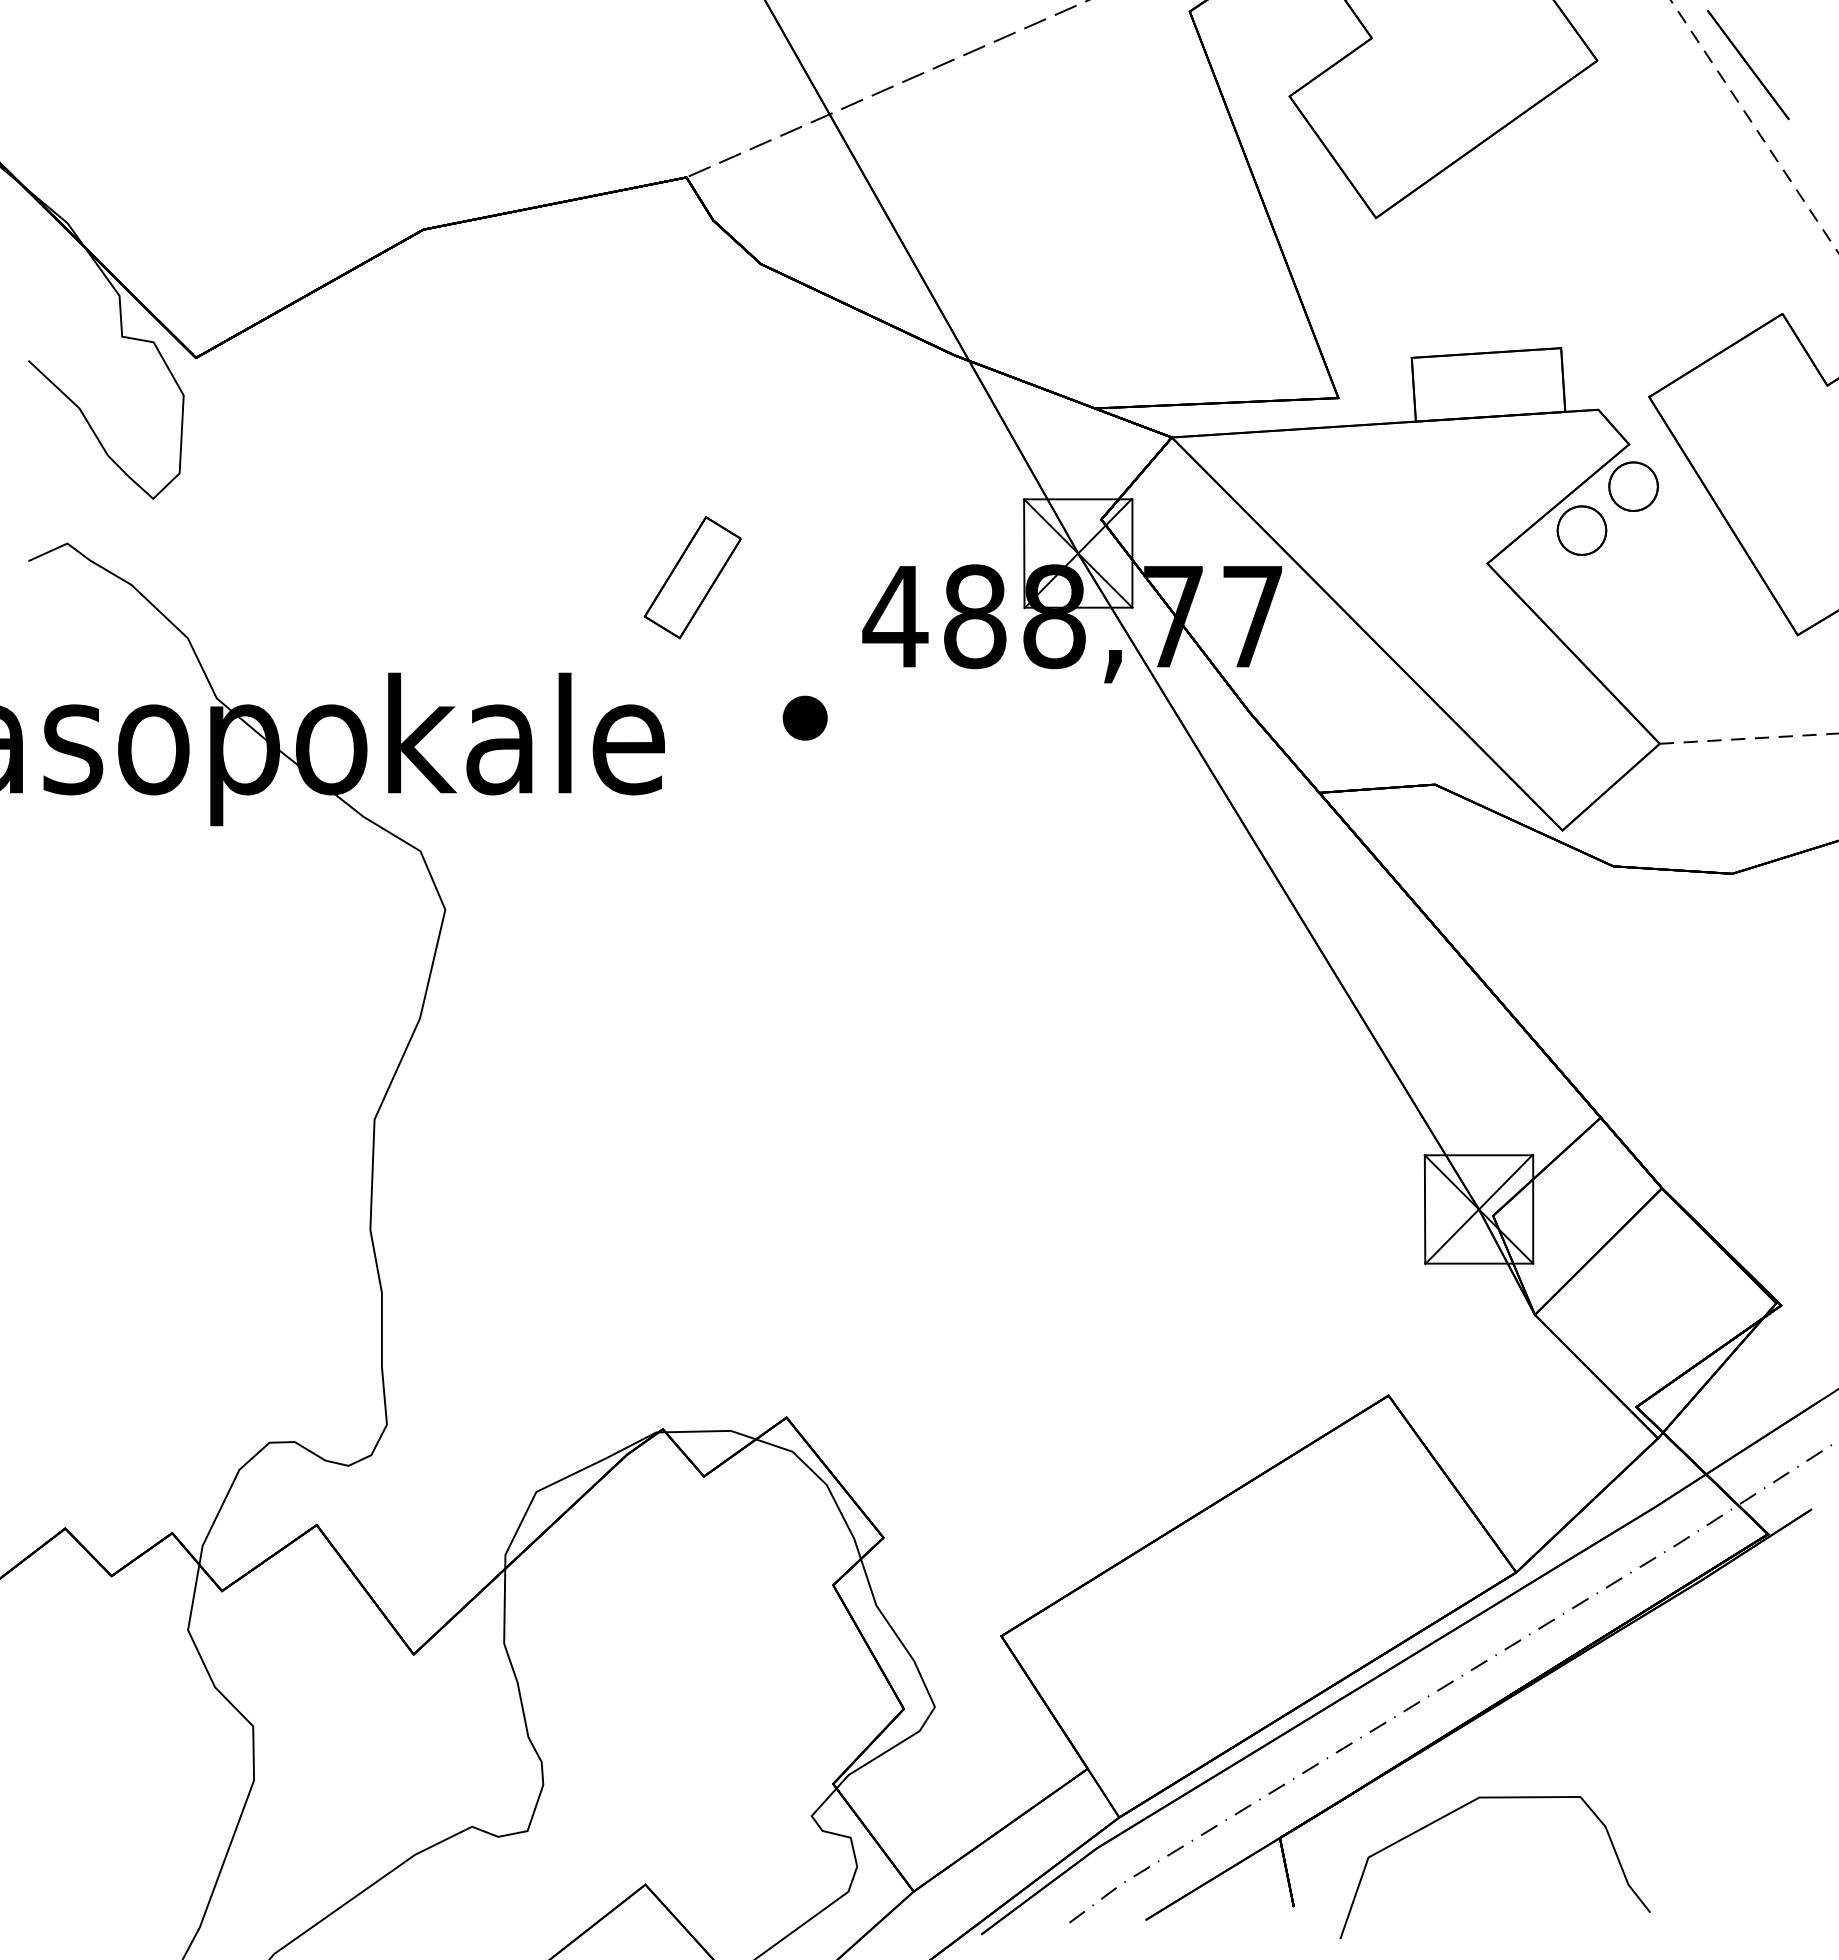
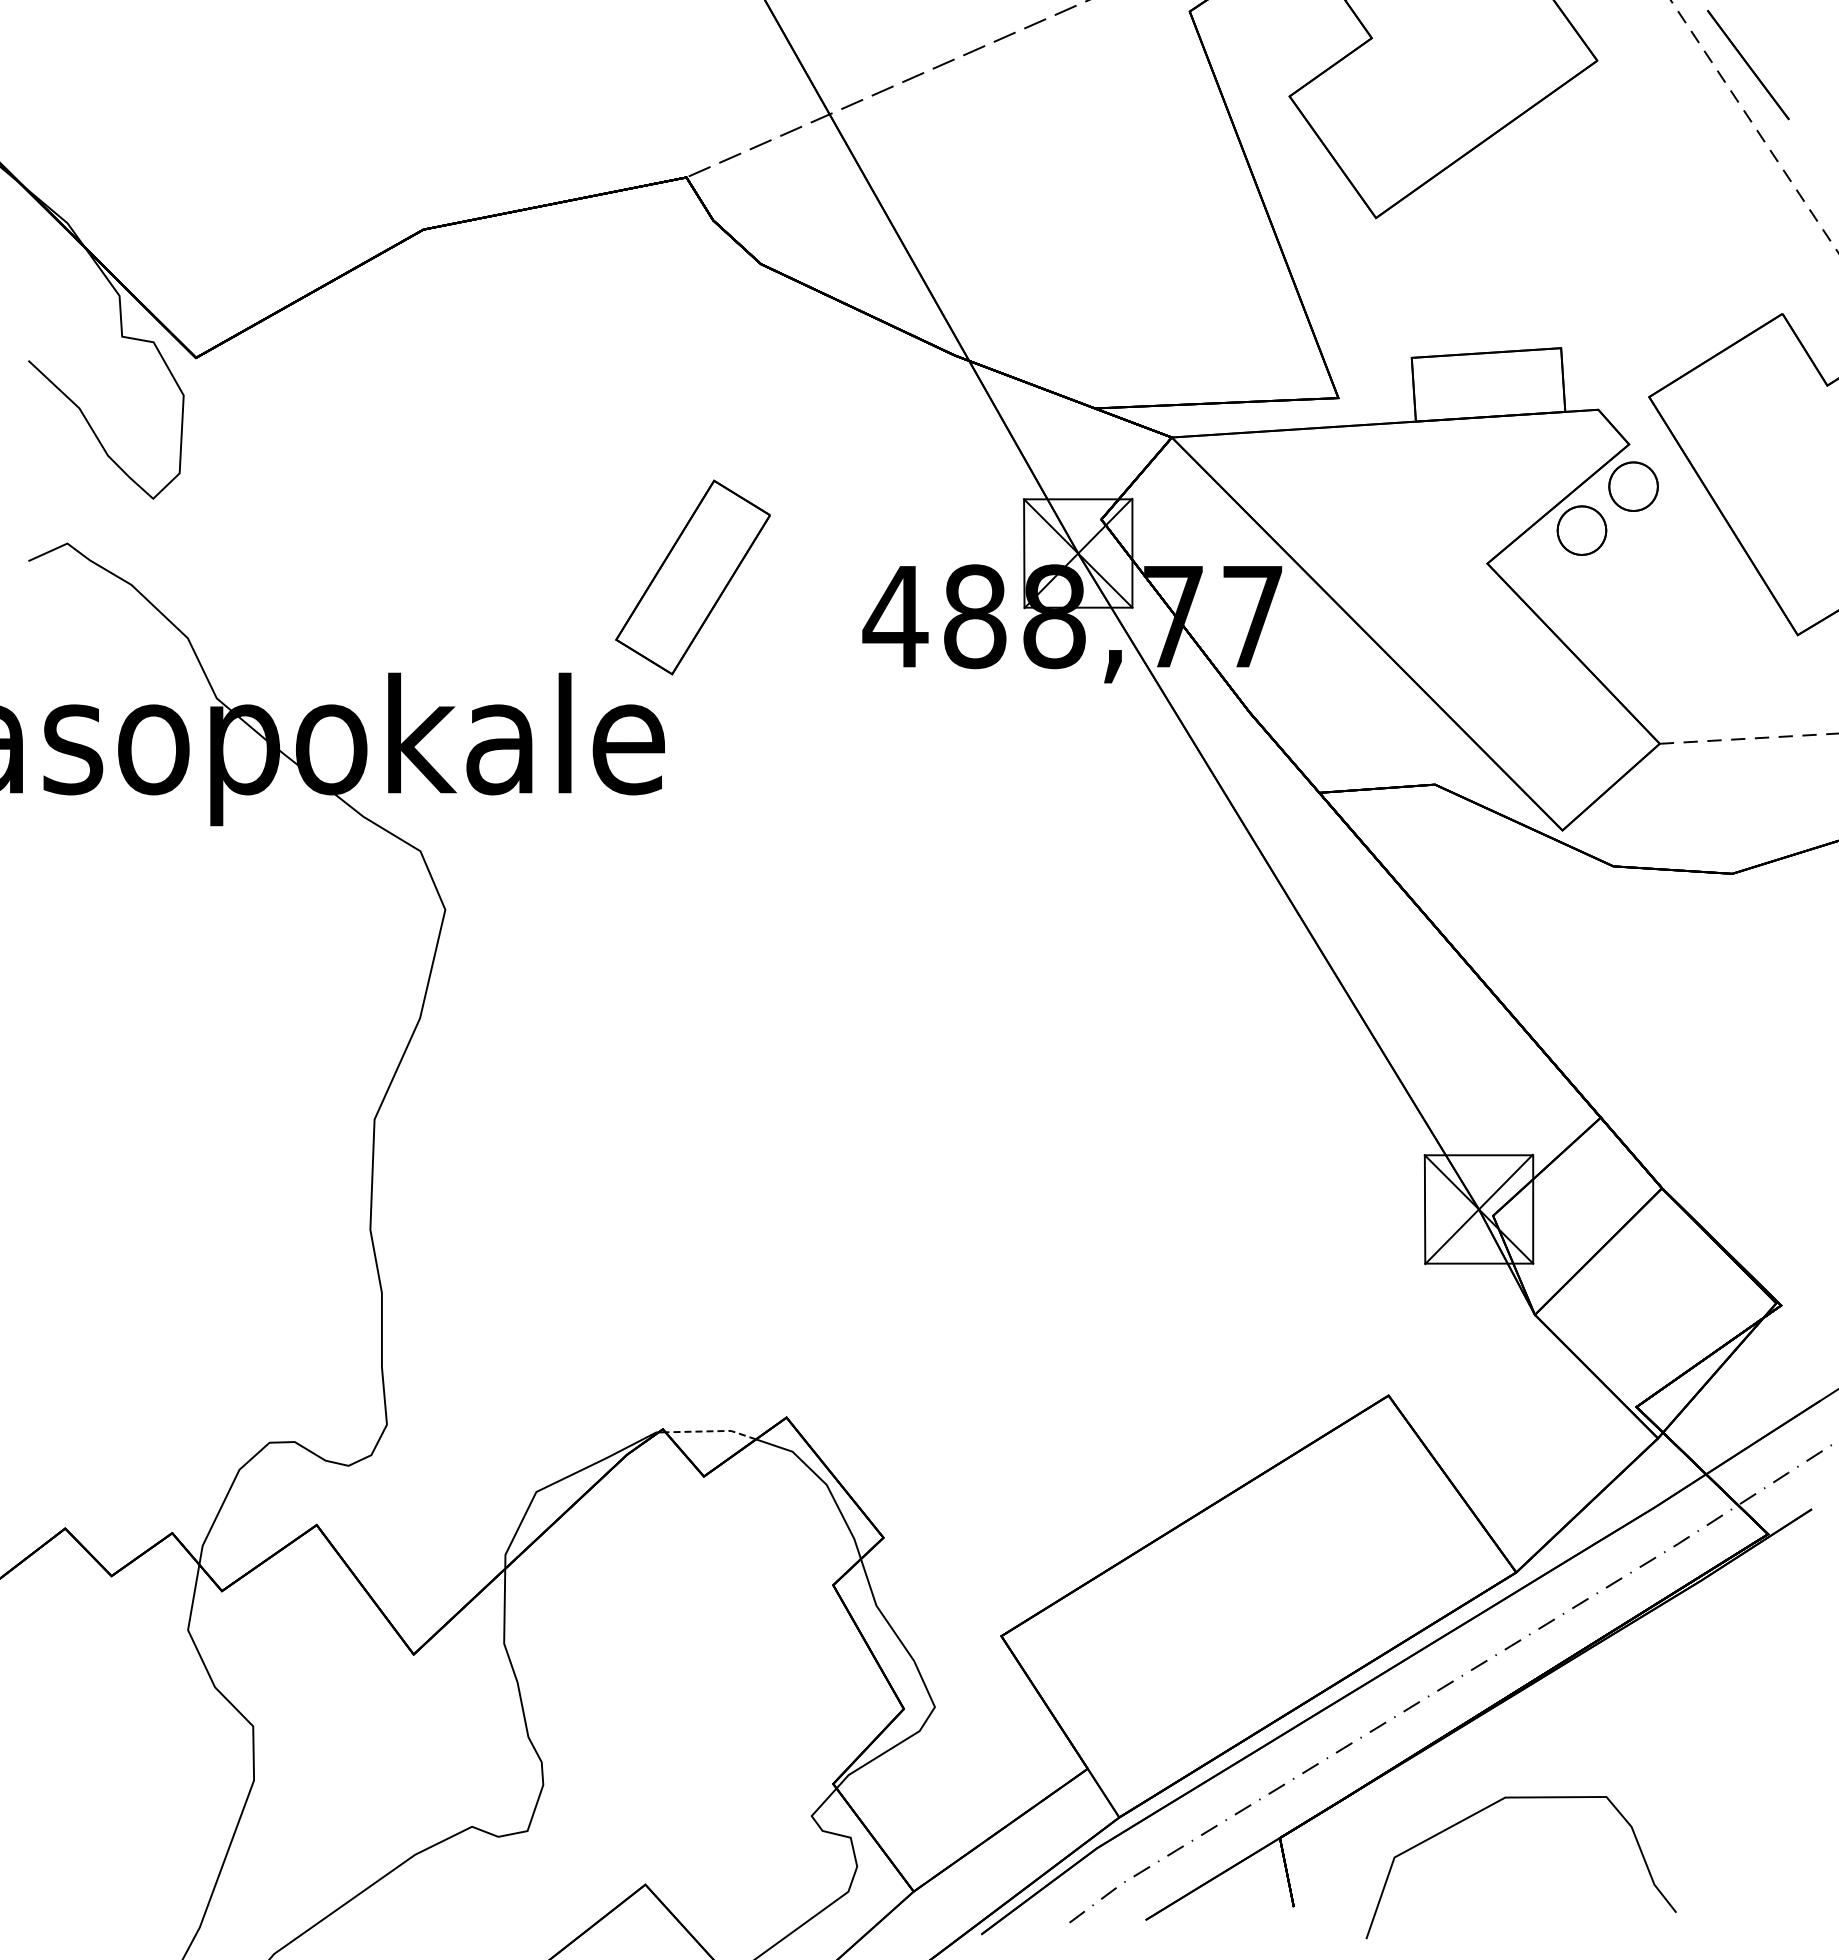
part at (692, 577) size: 99x124 px -> 156x197 px
part at (804, 717): present -> none
line at (712, 1431): solid -> dashed
curve at (1463, 1807) position: (1463, 1807) -> (1489, 1807)
